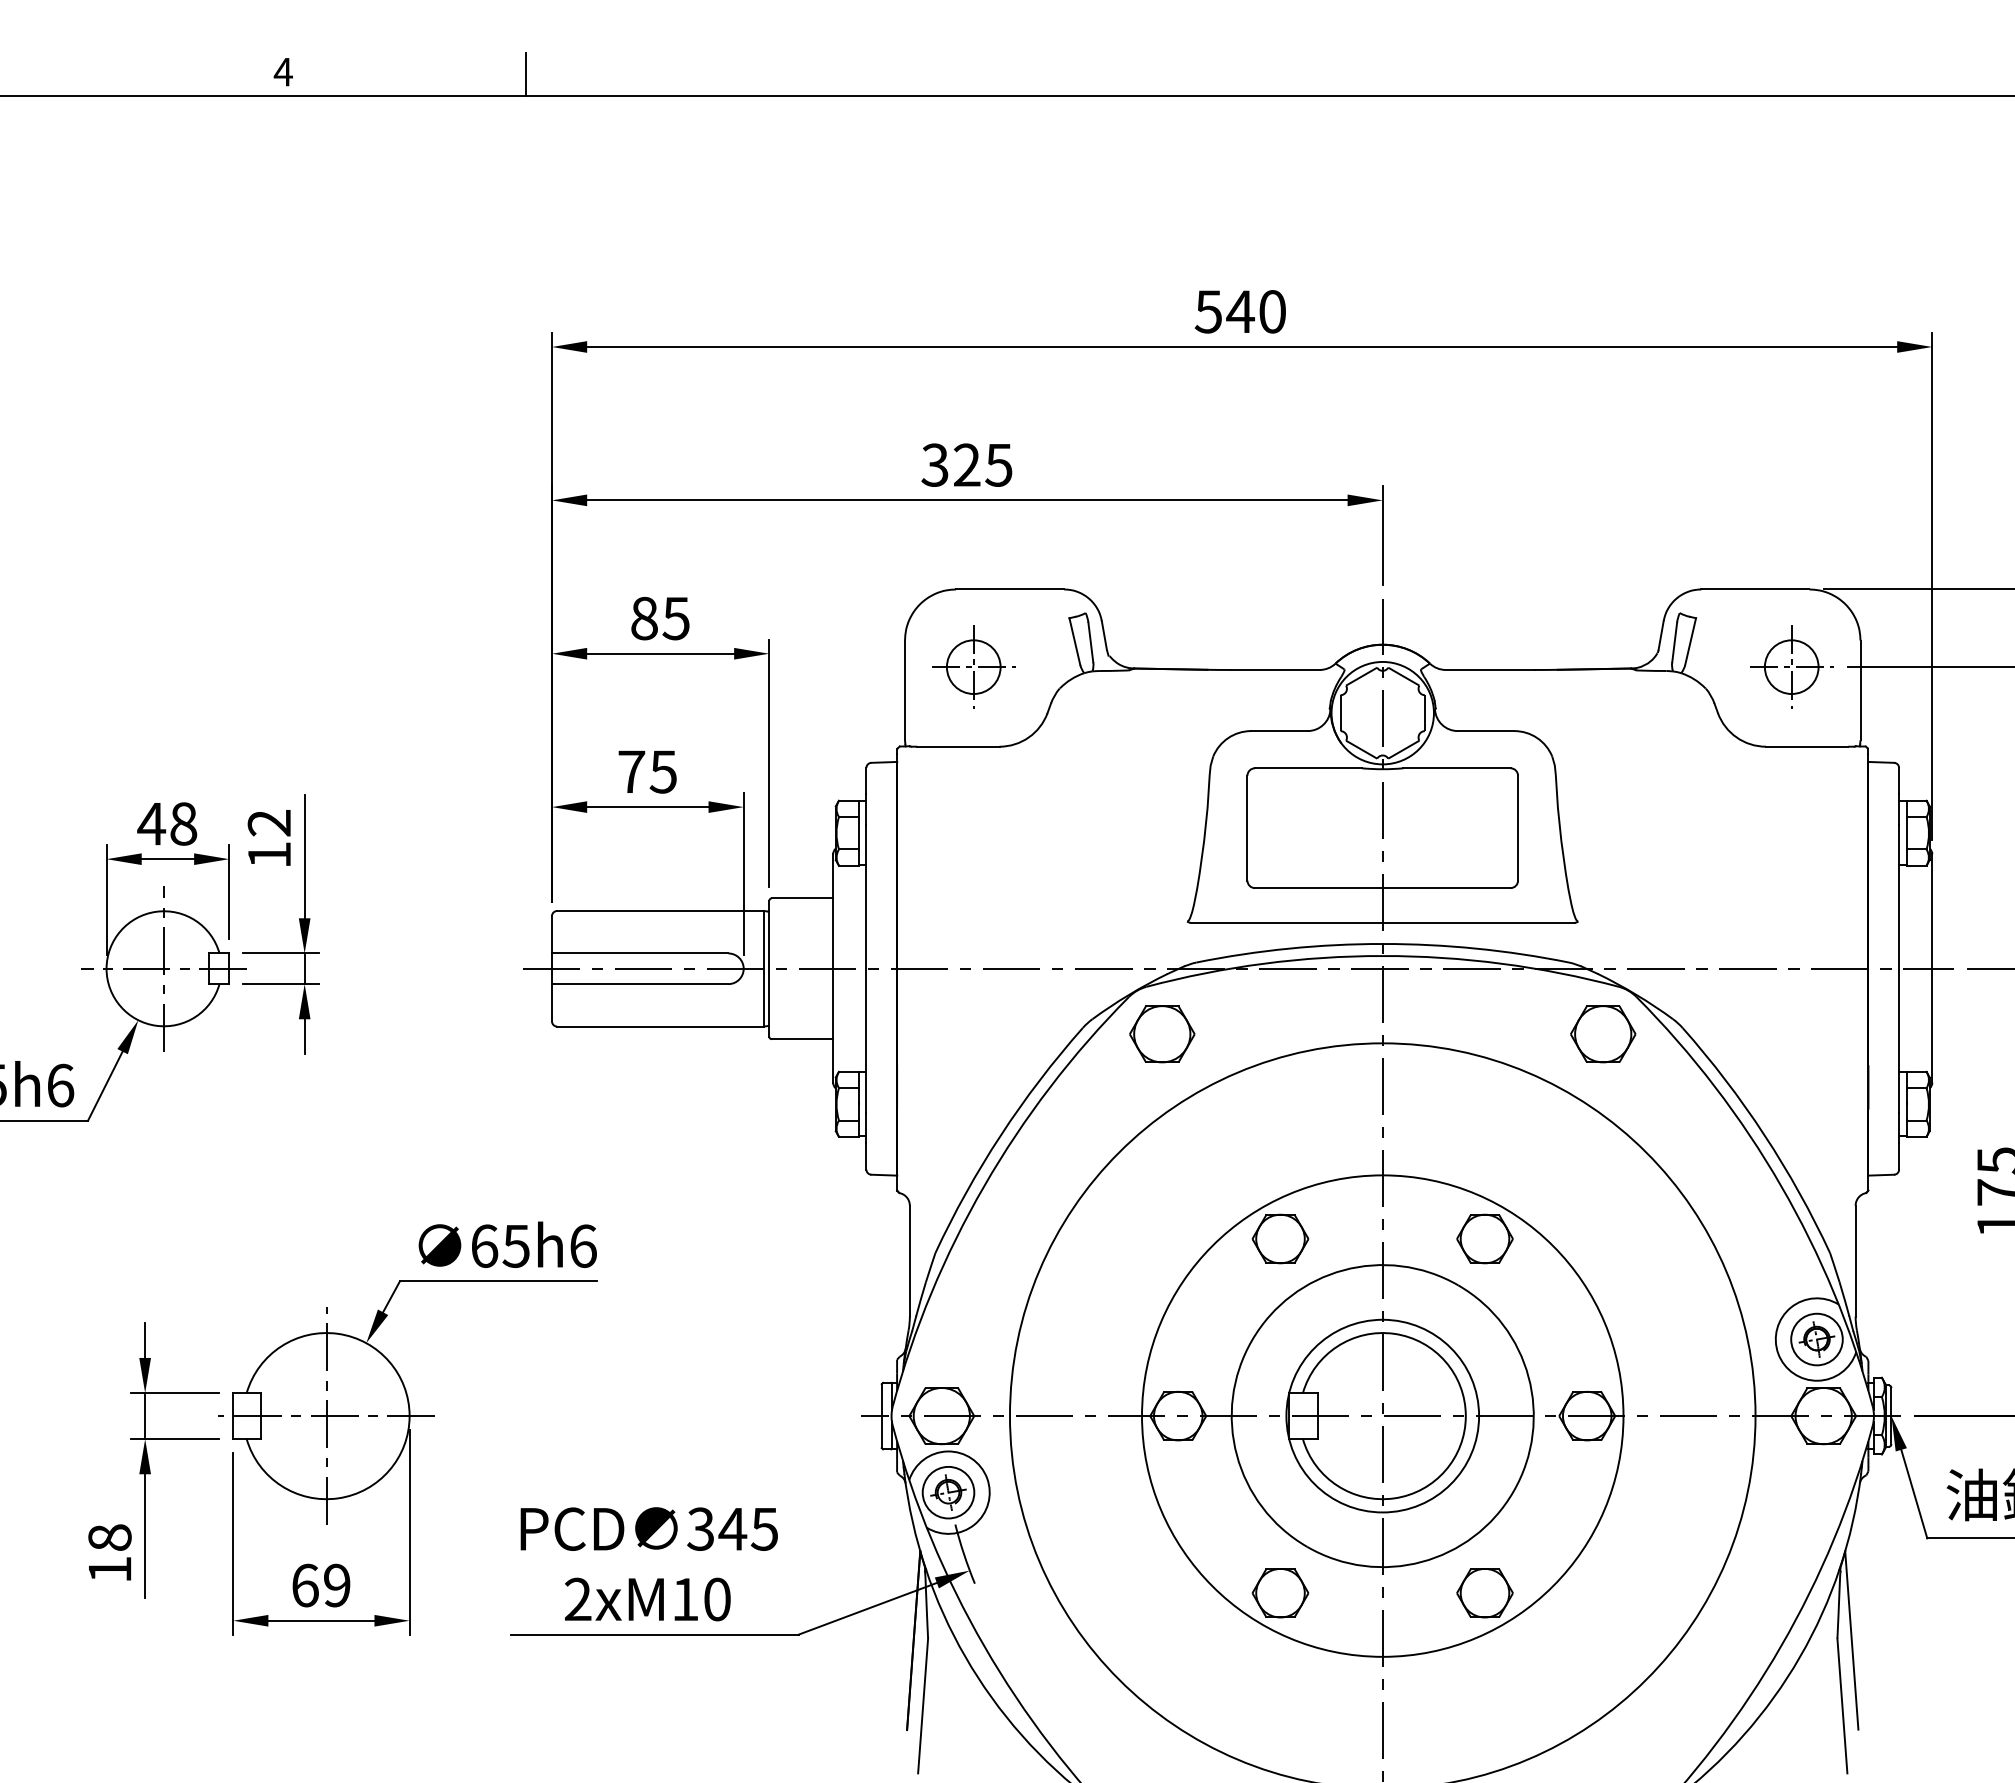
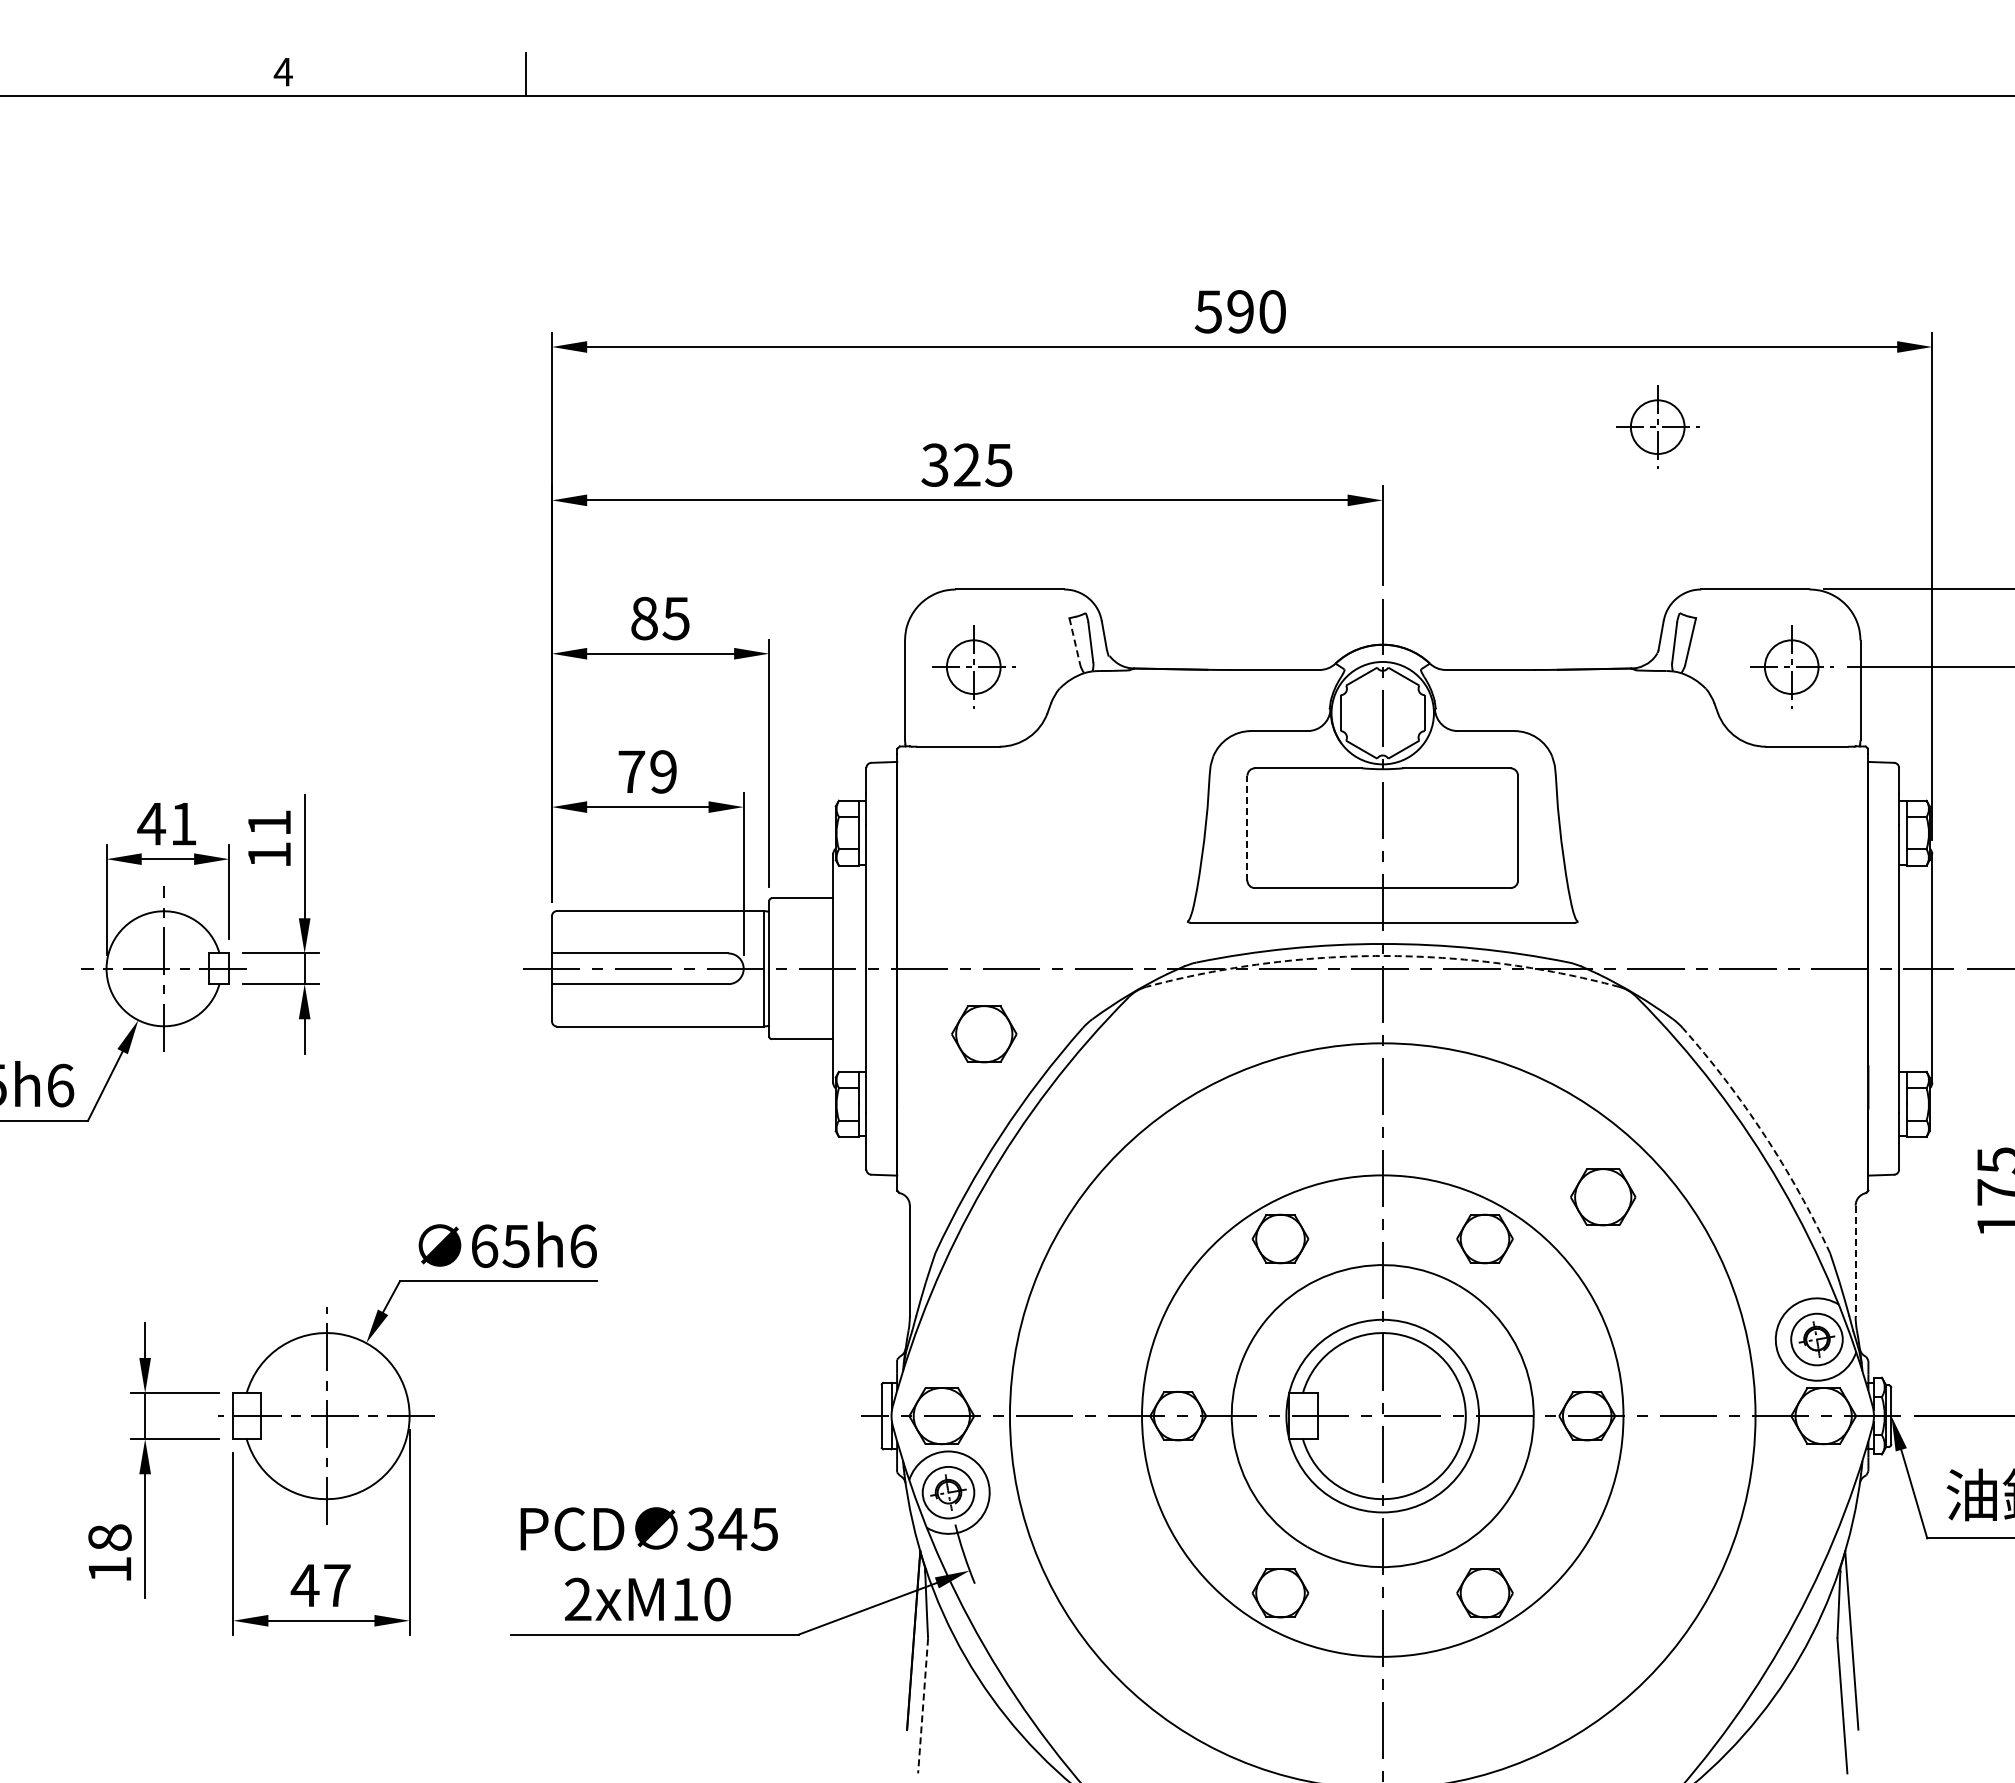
text at (1240, 311): 540 -> 590
part at (1657, 426): none -> present
line at (1074, 641): solid -> dashed
text at (662, 771): 75 -> 79
text at (183, 823): 48 -> 41
text at (268, 823): 12 -> 11
line at (1247, 827): solid -> dashed
arc at (1382, 956): solid -> dashed
part at (1162, 1034) position: (1162, 1034) -> (984, 1034)
part at (1603, 1034) position: (1603, 1034) -> (1603, 1197)
arc at (1764, 1135): solid -> dashed
line at (1855, 1261): solid -> dashed
text at (320, 1585): 69 -> 47
line at (923, 1706): solid -> dashed
